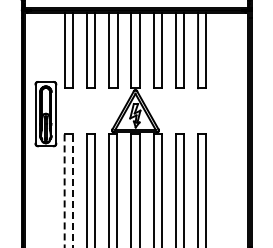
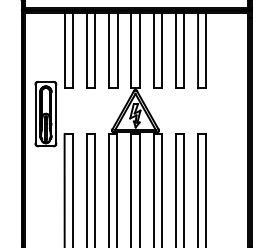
line at (64, 191): dashed -> solid
line at (72, 191): dashed -> solid
